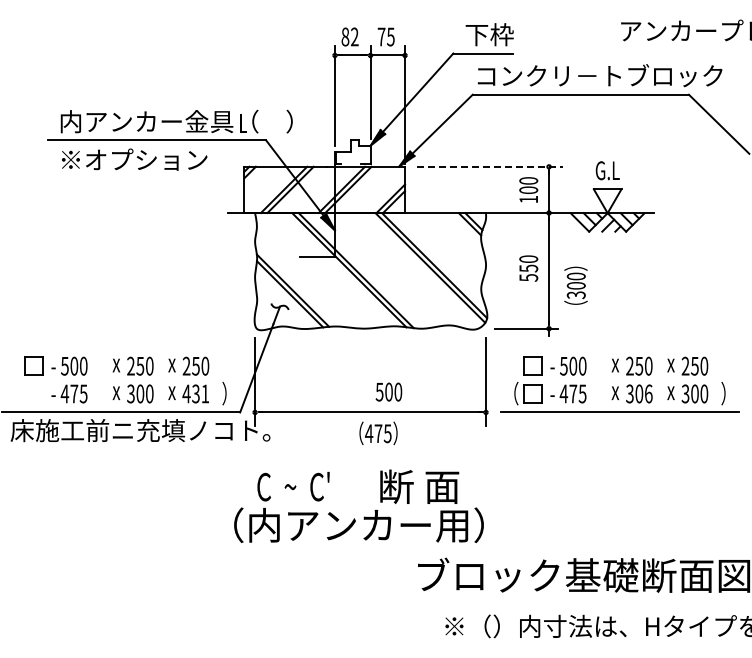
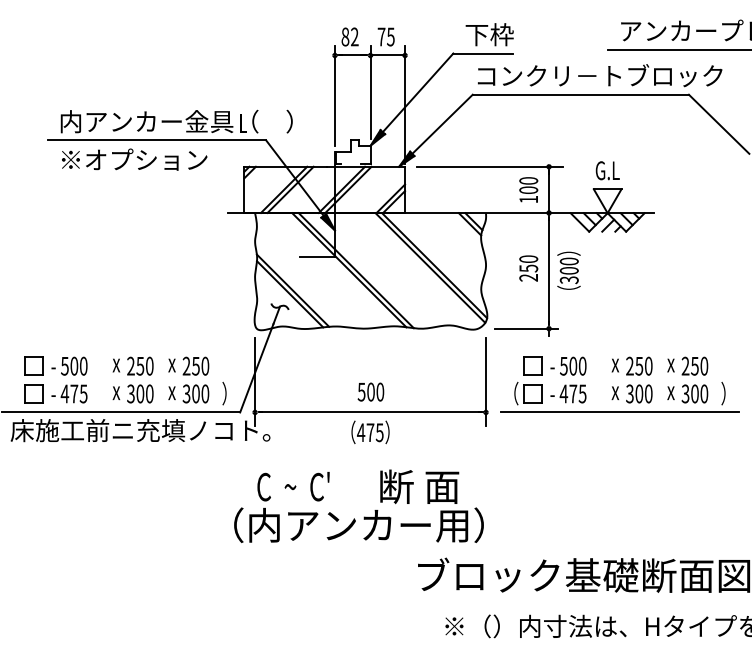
line at (677, 49): none -> present
line at (490, 166): dashed -> solid
text at (528, 277): 550 -> 250
text at (575, 285) position: (575, 285) -> (568, 270)
text at (388, 391) position: (388, 391) -> (370, 391)
part at (33, 393): none -> present
text at (195, 393): 431 -> 300
text at (648, 393): 306 -> 300
text at (378, 433) position: (378, 433) -> (370, 432)
